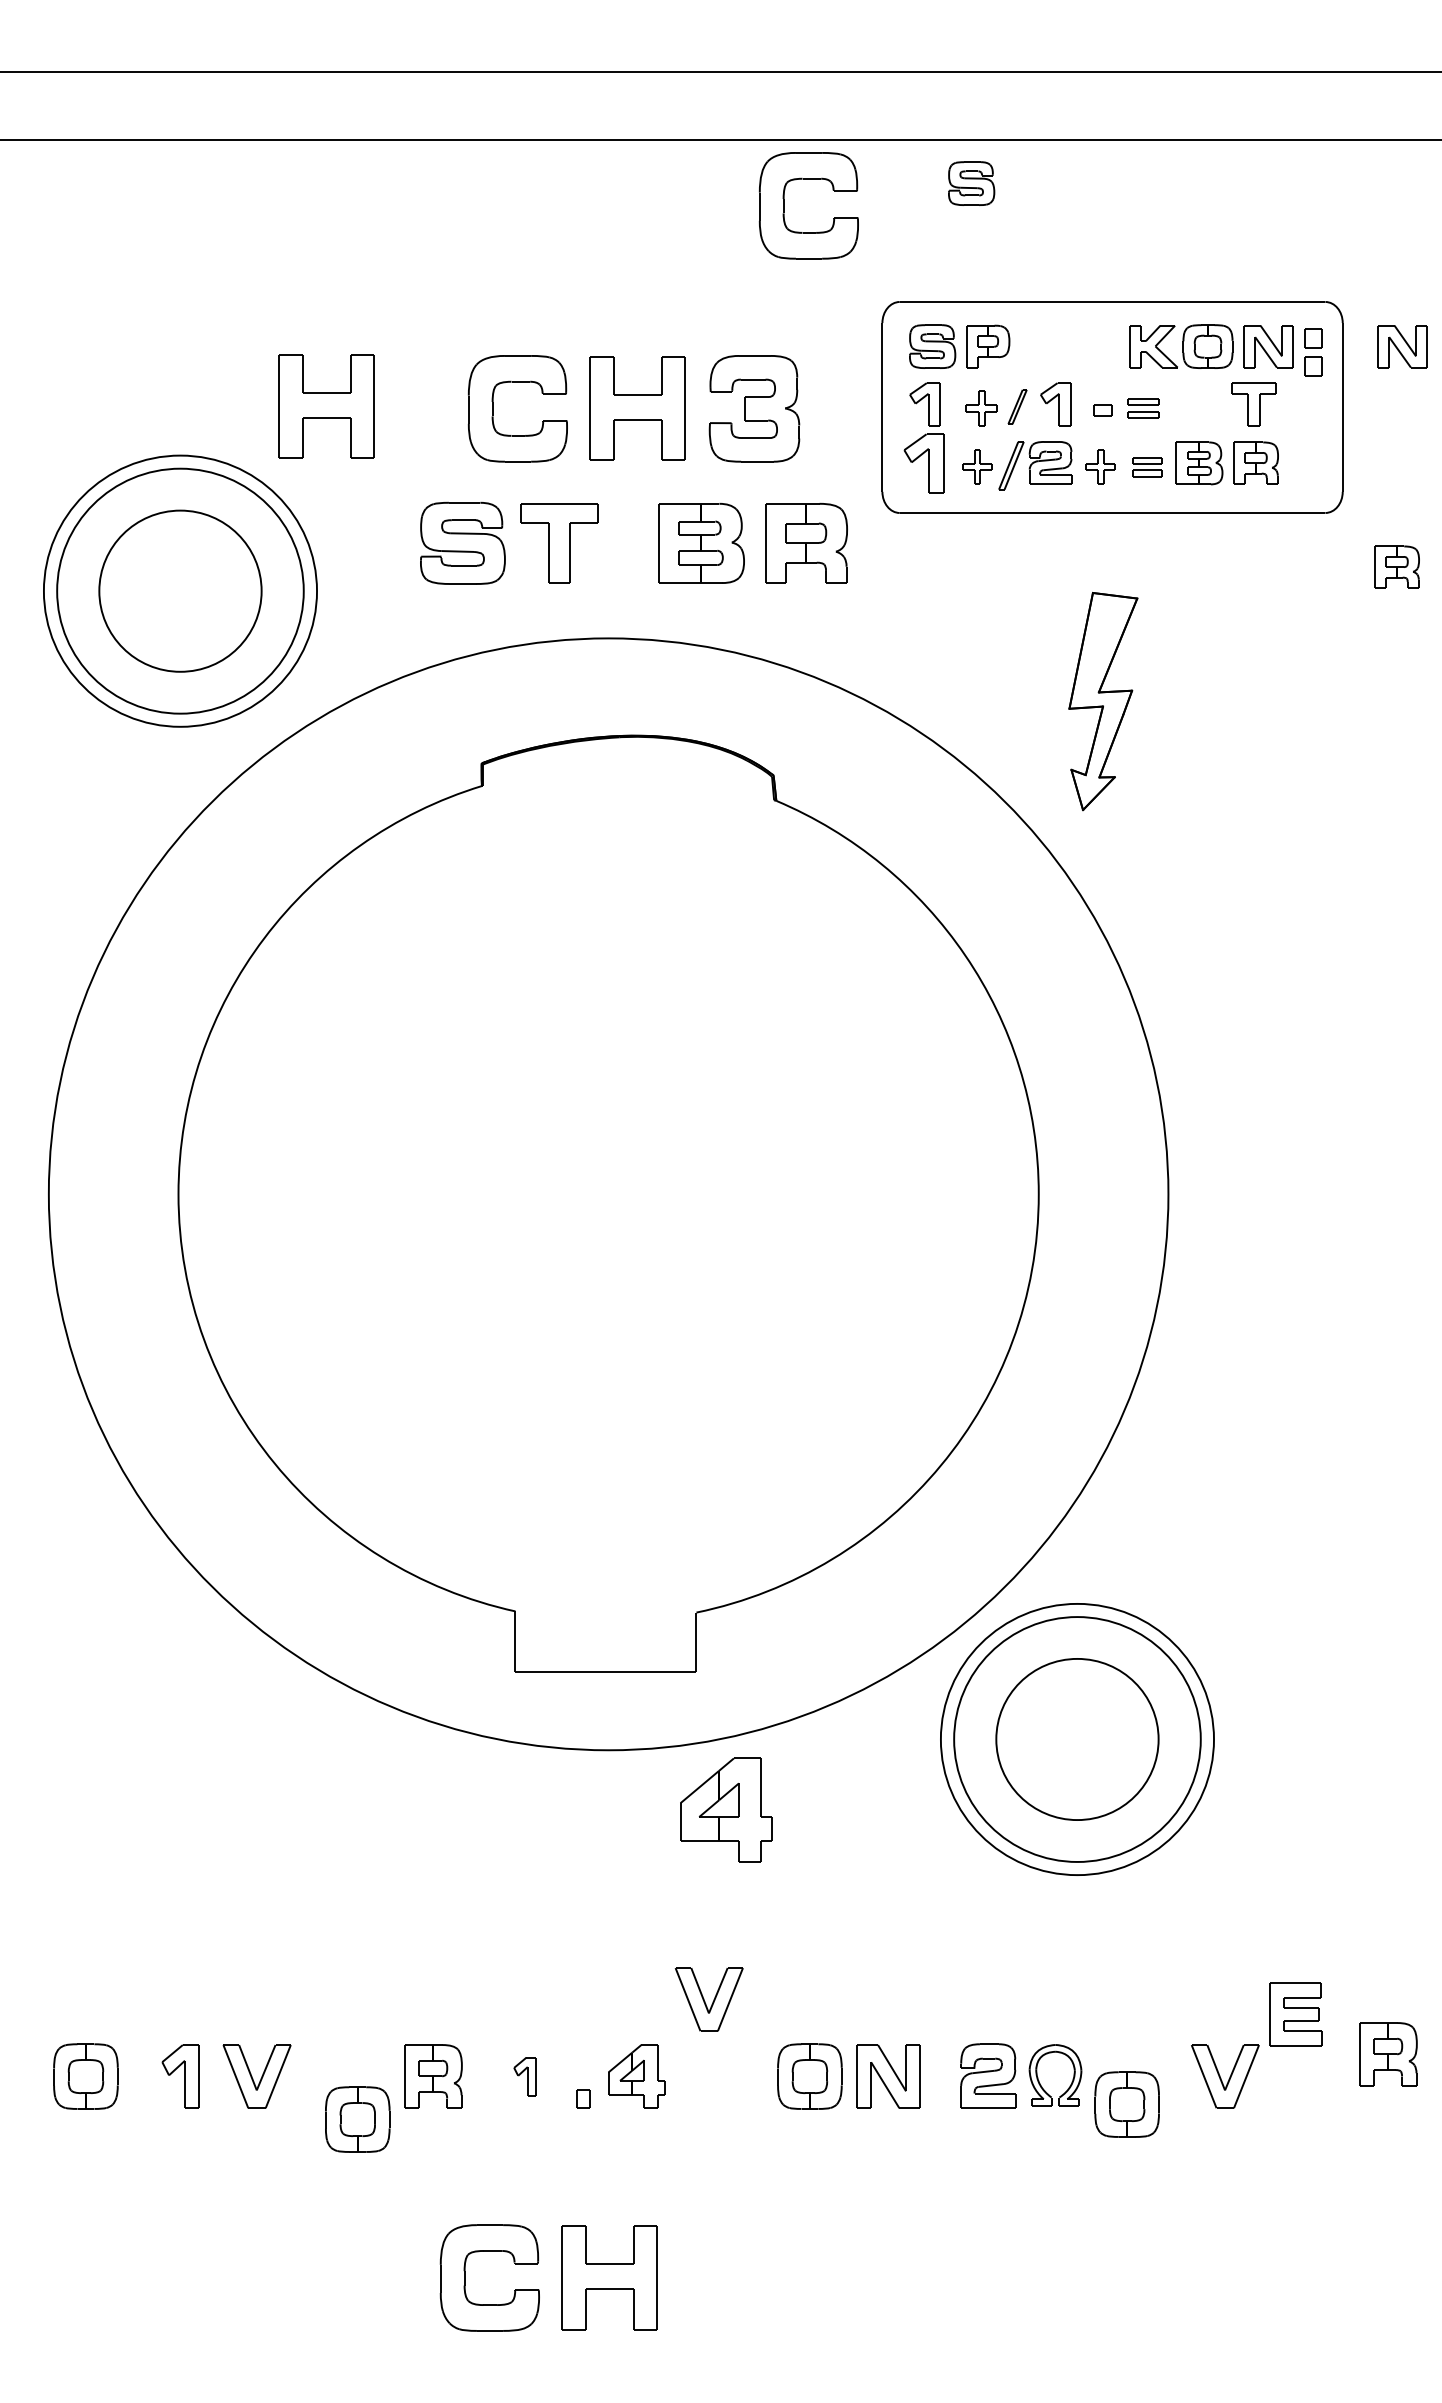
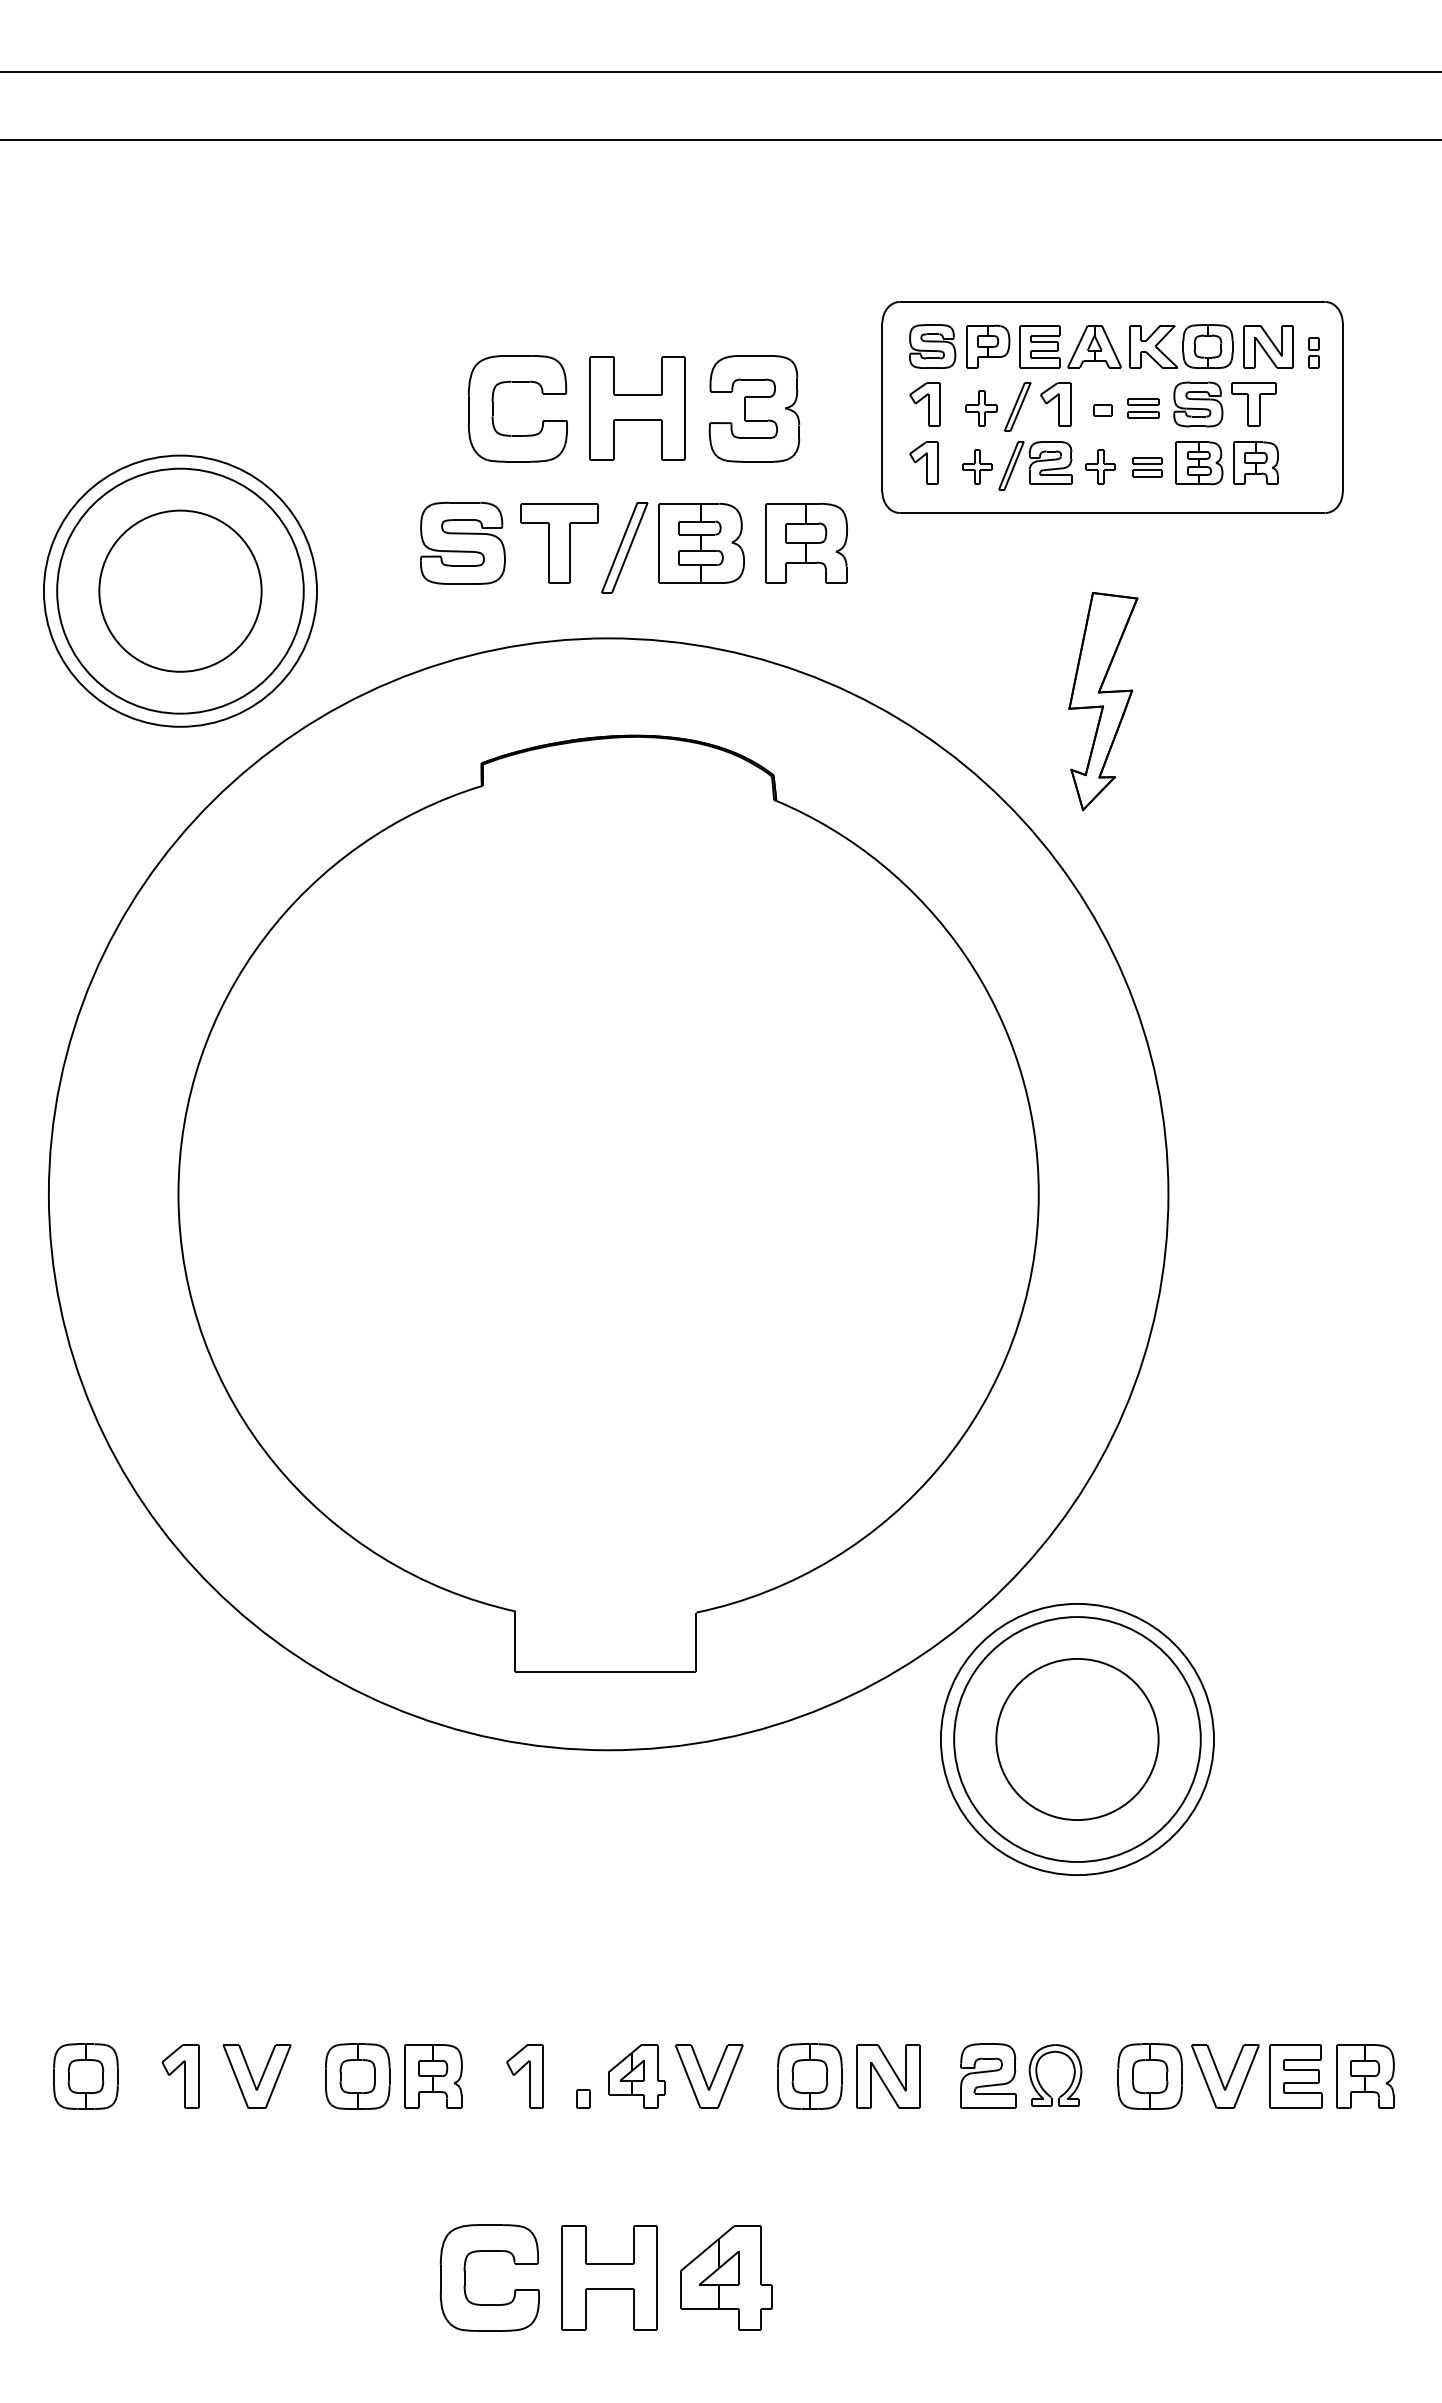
part at (971, 183): present -> none
part at (784, 205): present -> none
part at (1070, 346): none -> present
part at (1402, 346): present -> none
part at (1313, 352) size: 19x49 px -> 12x32 px
part at (1198, 404): none -> present
part at (326, 406): present -> none
part at (1017, 406) size: 21x36 px -> 29x50 px
part at (923, 463) size: 42x61 px -> 30x44 px
part at (624, 547): none -> present
part at (1396, 566): present -> none
part at (726, 1809) position: (726, 1809) -> (726, 2277)
part at (708, 1999) position: (708, 1999) -> (708, 2076)
part at (1295, 2014) position: (1295, 2014) -> (1295, 2076)
part at (1388, 2054) position: (1388, 2054) -> (1365, 2076)
part at (524, 2076) size: 24x40 px -> 38x65 px
part at (1126, 2104) position: (1126, 2104) -> (1149, 2076)
part at (357, 2119) position: (357, 2119) -> (357, 2076)
